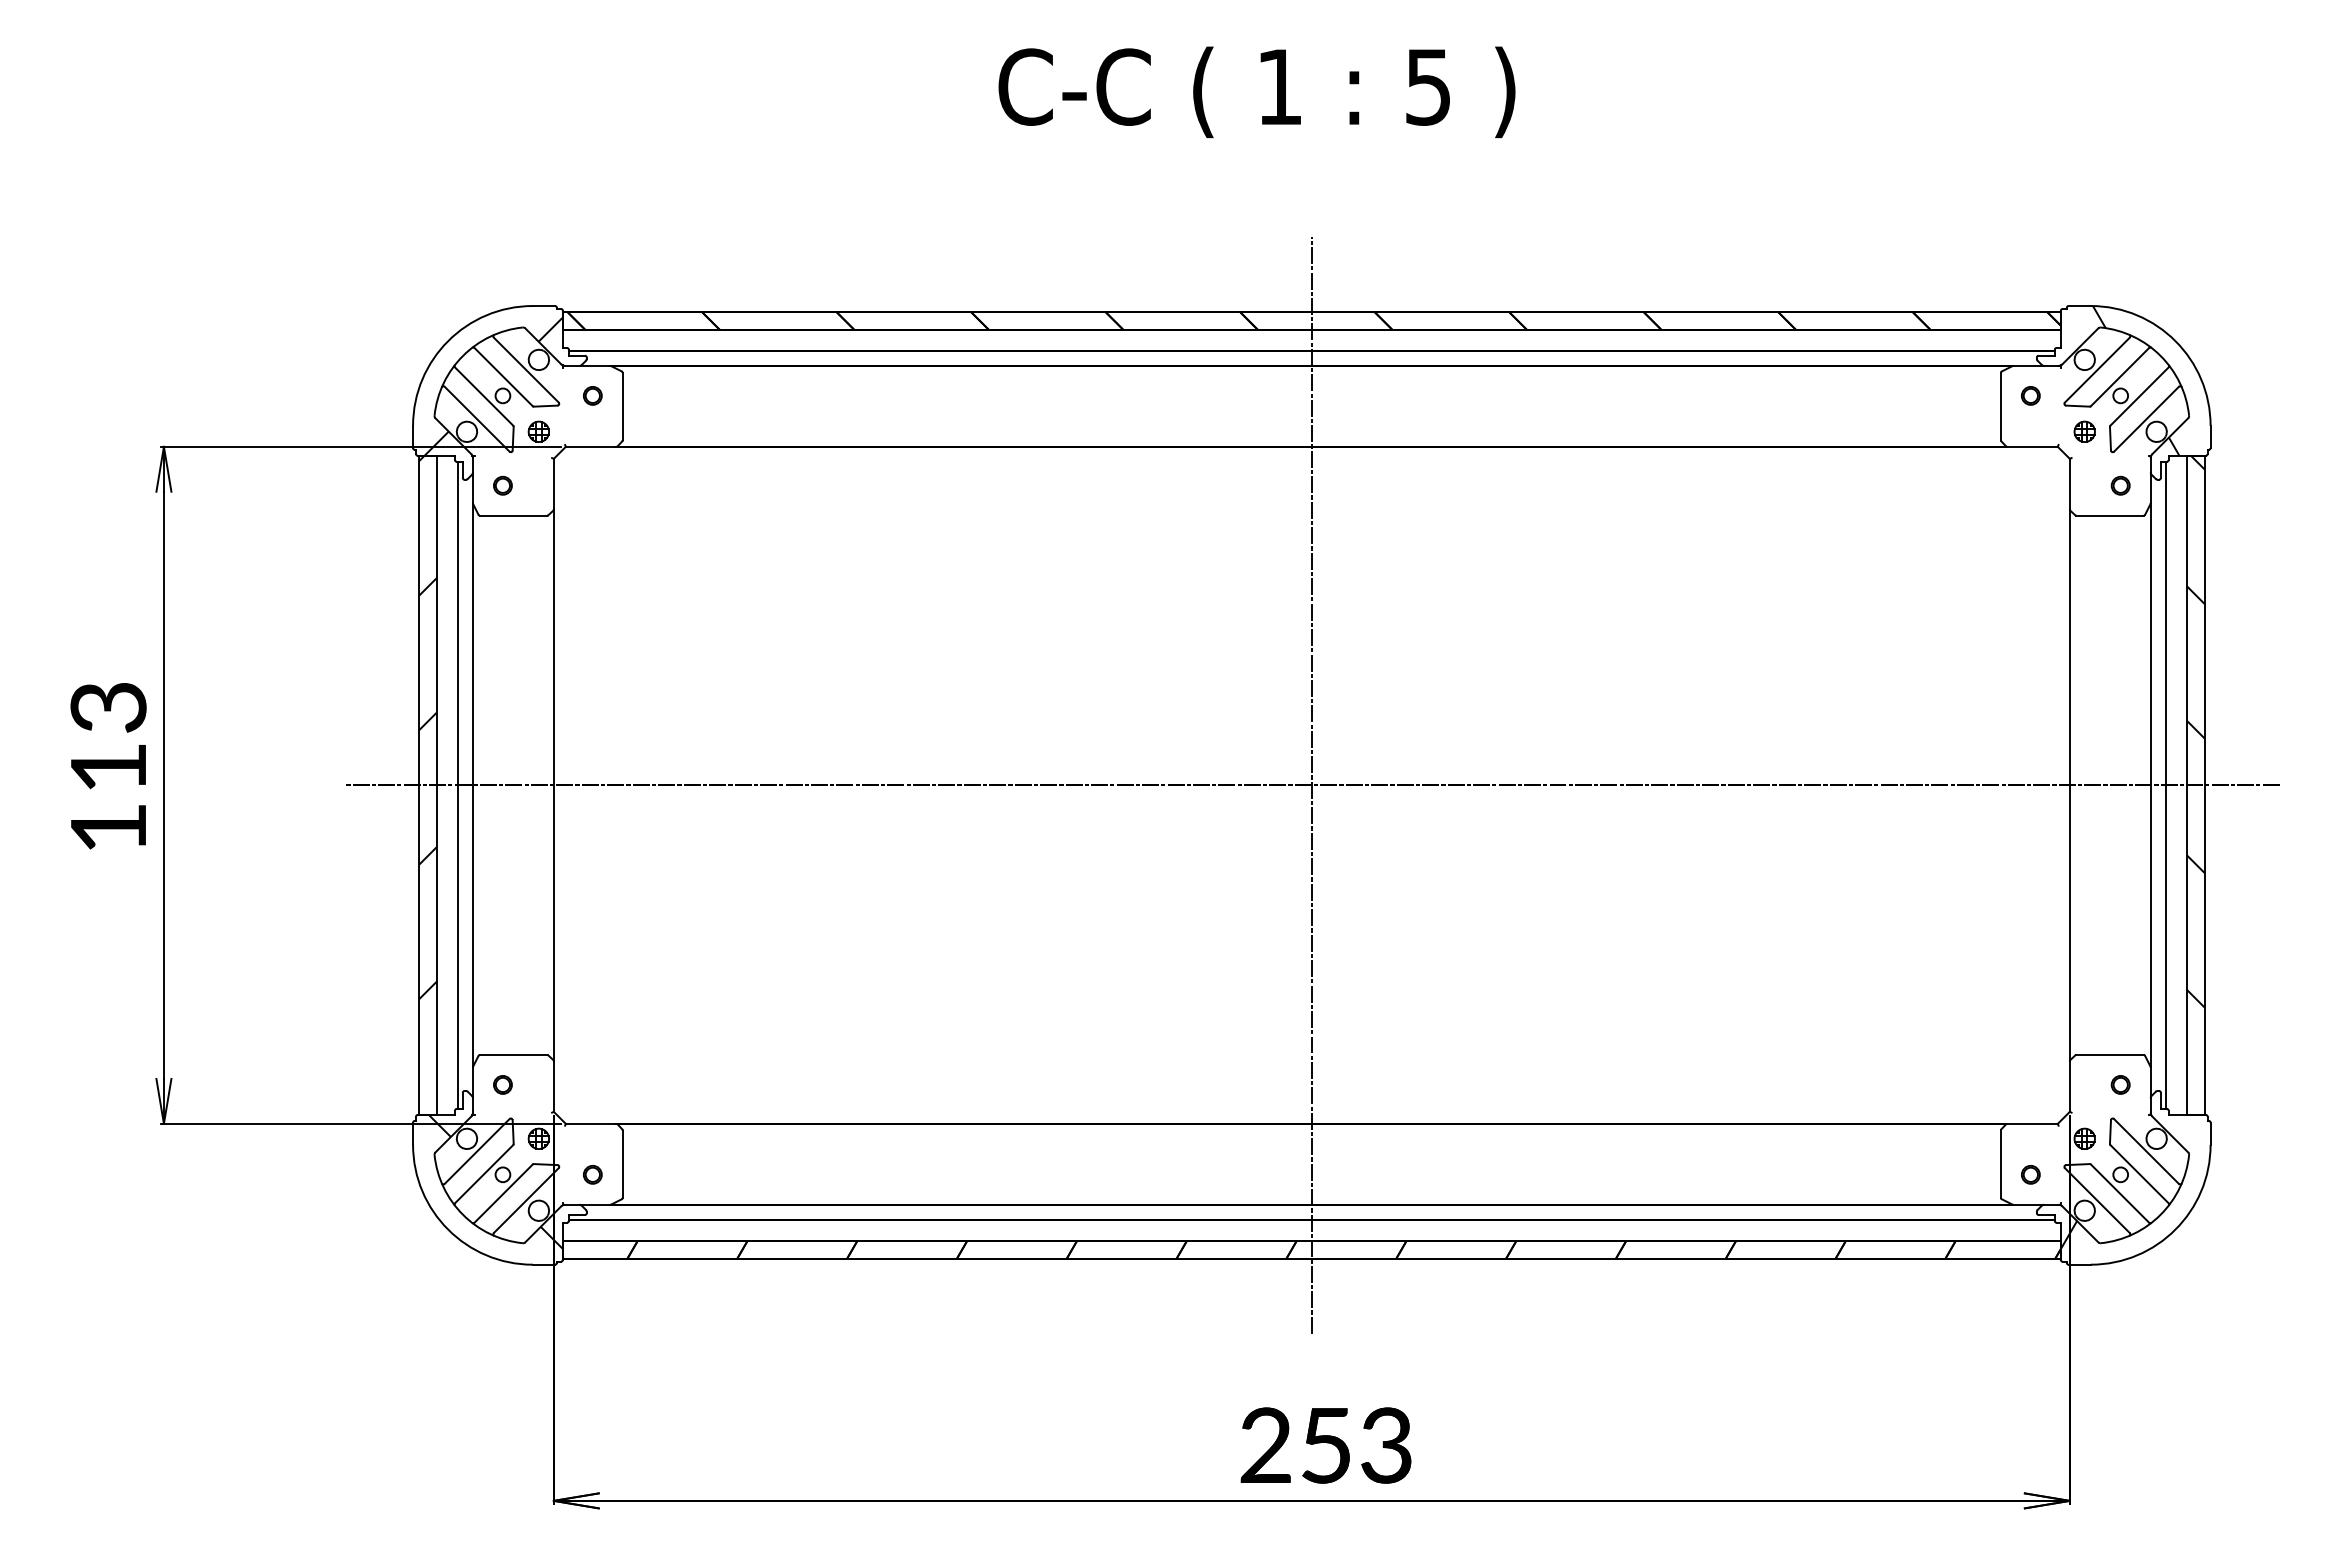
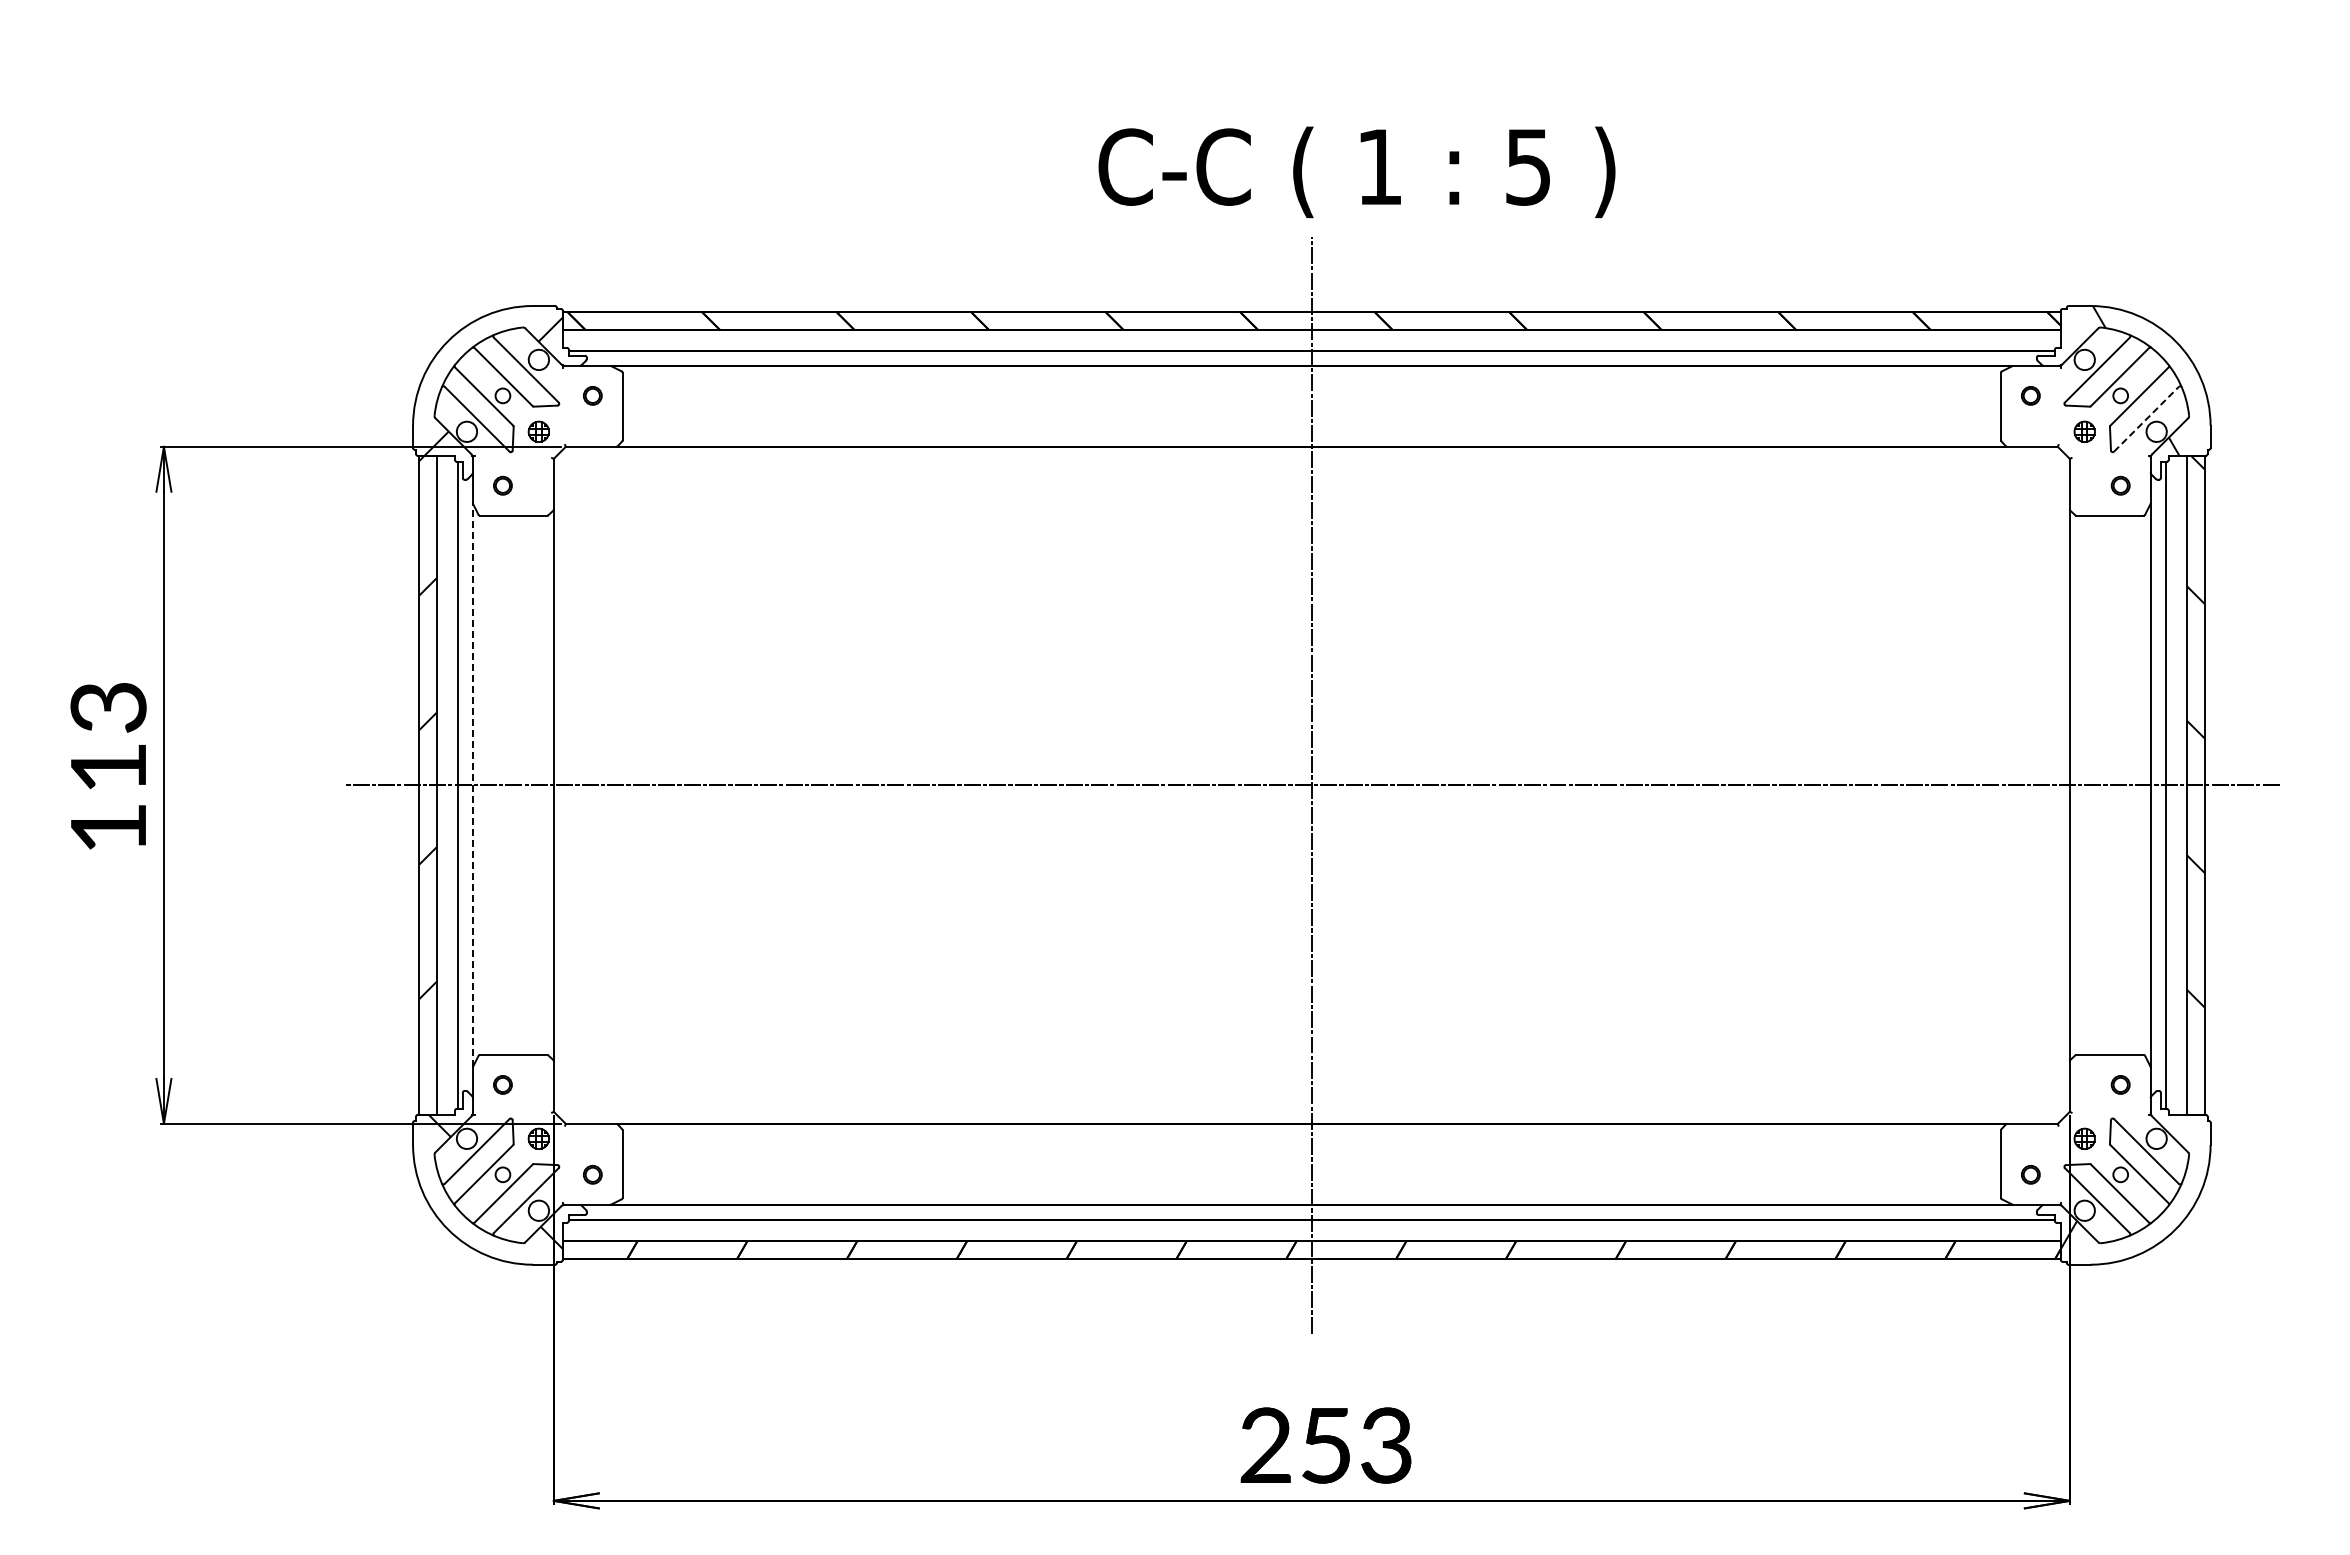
text at (1256, 92) position: (1256, 92) -> (1356, 172)
line at (2146, 419): solid -> dashed
line at (472, 784): solid -> dashed
